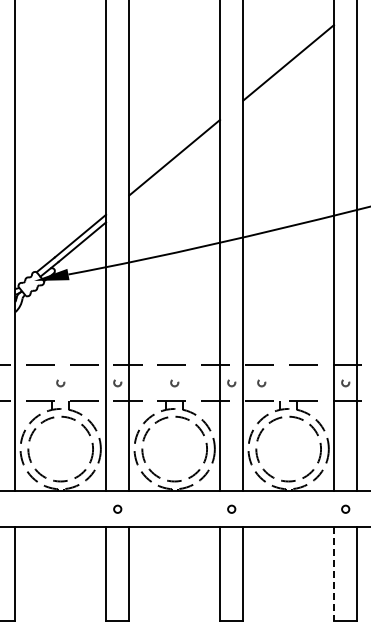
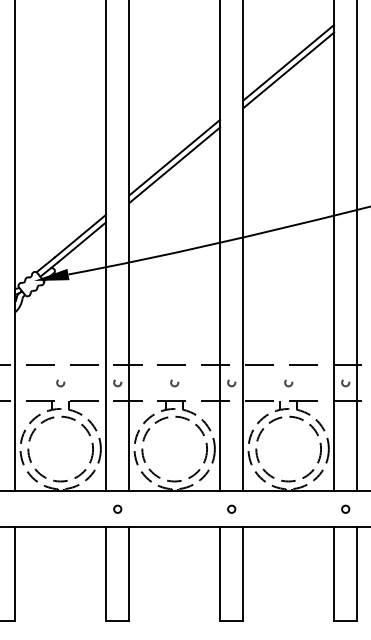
line at (288, 70): none -> present
line at (174, 164): none -> present
circle at (261, 383) position: (261, 383) -> (288, 383)
line at (334, 574): dashed -> solid
